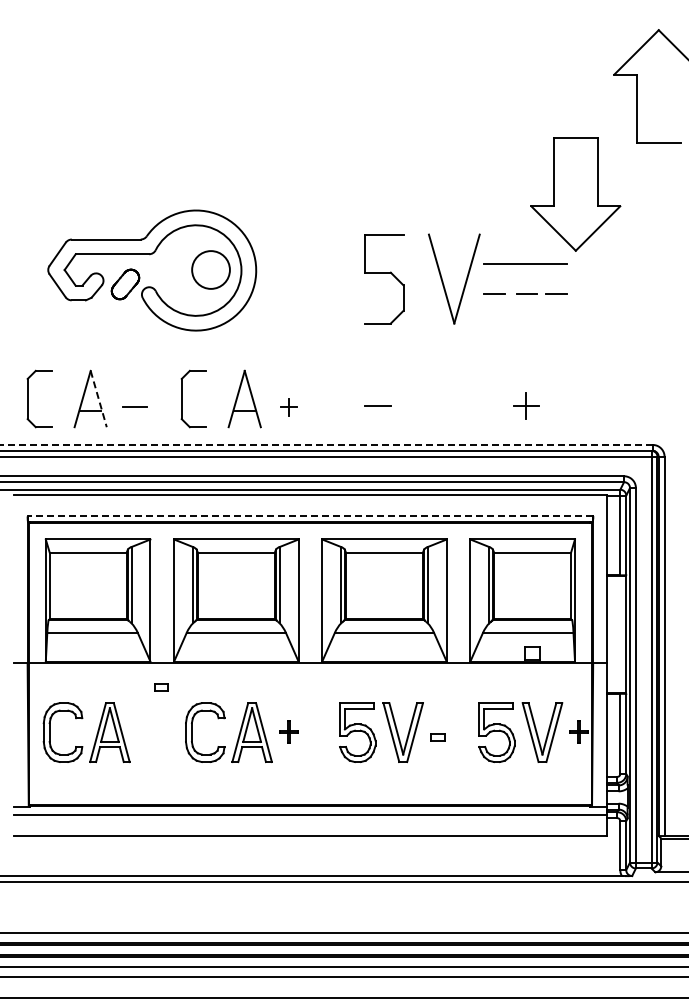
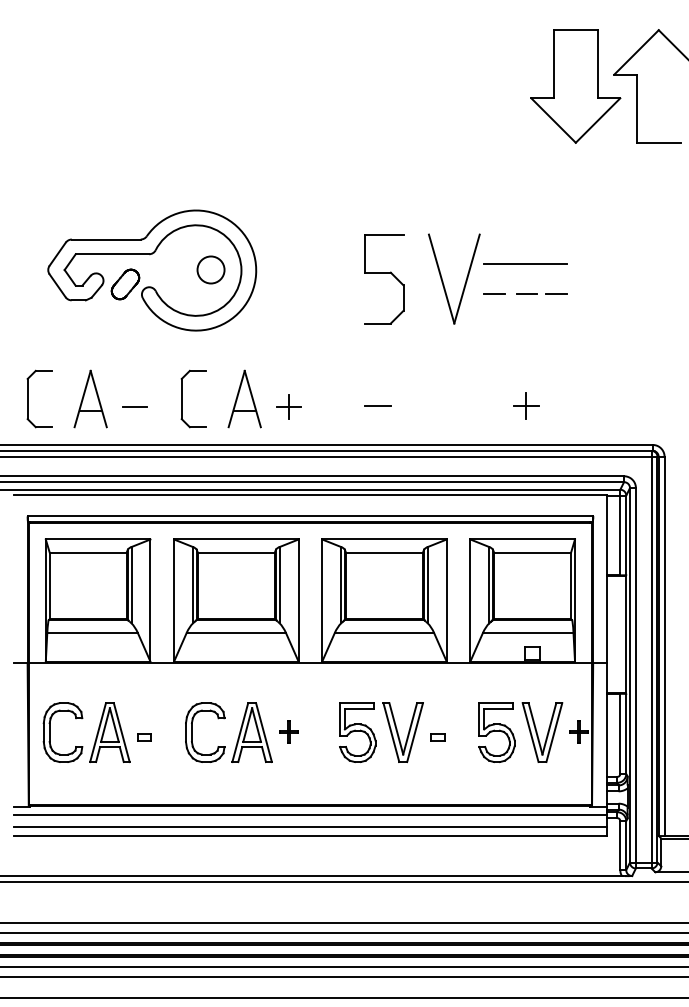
part at (575, 194) position: (575, 194) -> (575, 86)
circle at (210, 269) diameter: 38 px -> 27 px
line at (98, 399): dashed -> solid
part at (288, 407) size: 18x19 px -> 26x26 px
line at (325, 444): dashed -> solid
line at (310, 515): dashed -> solid
part at (161, 687) position: (161, 687) -> (144, 737)
line at (310, 826): none -> present
line at (343, 923): none -> present
